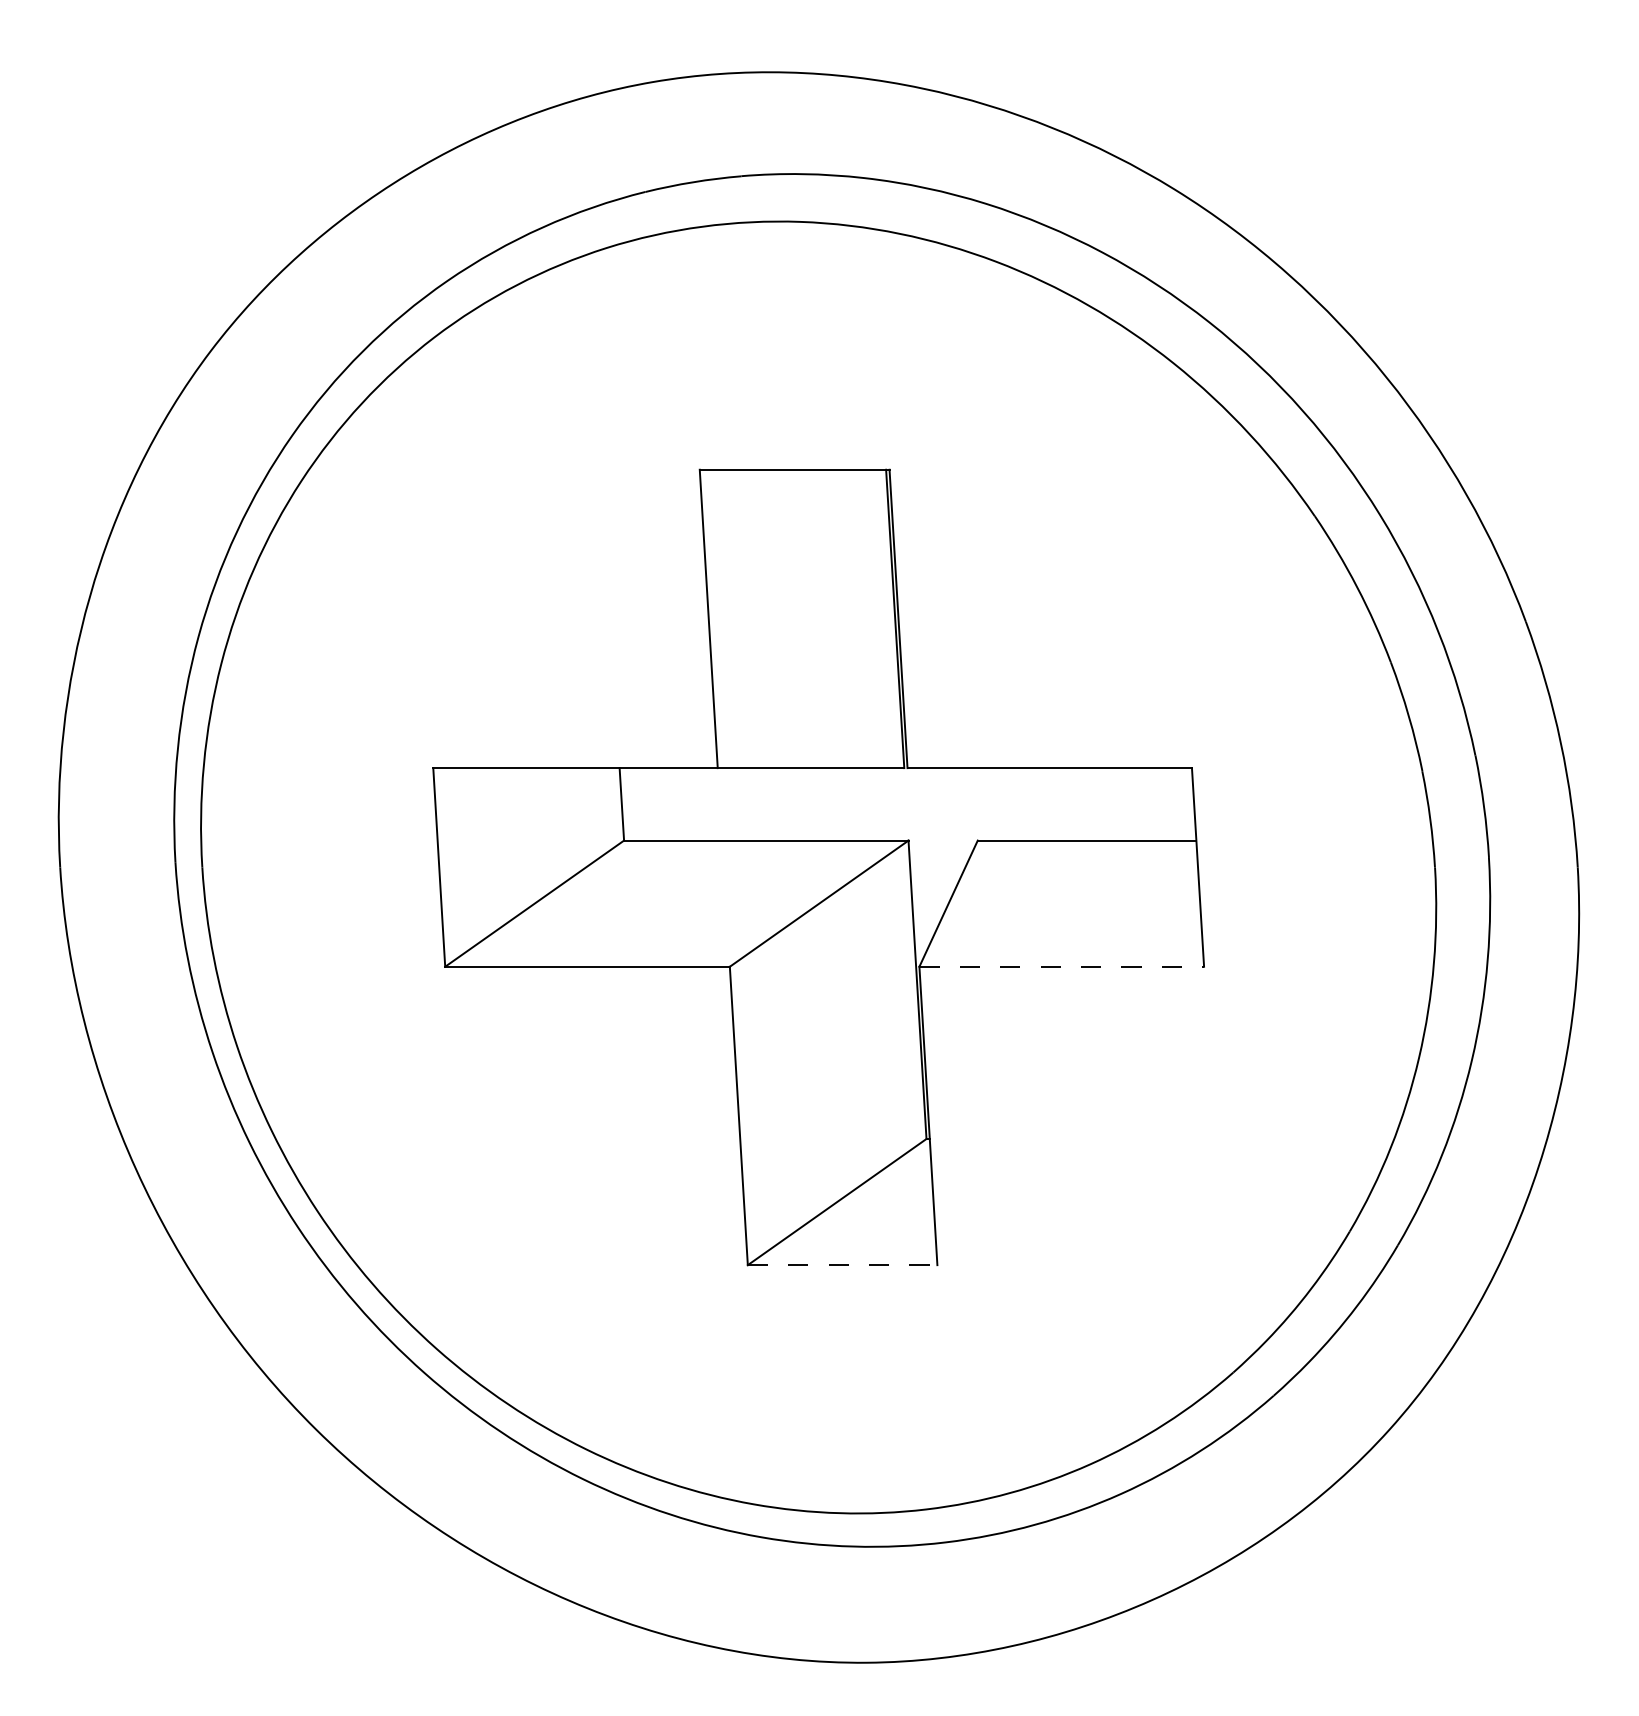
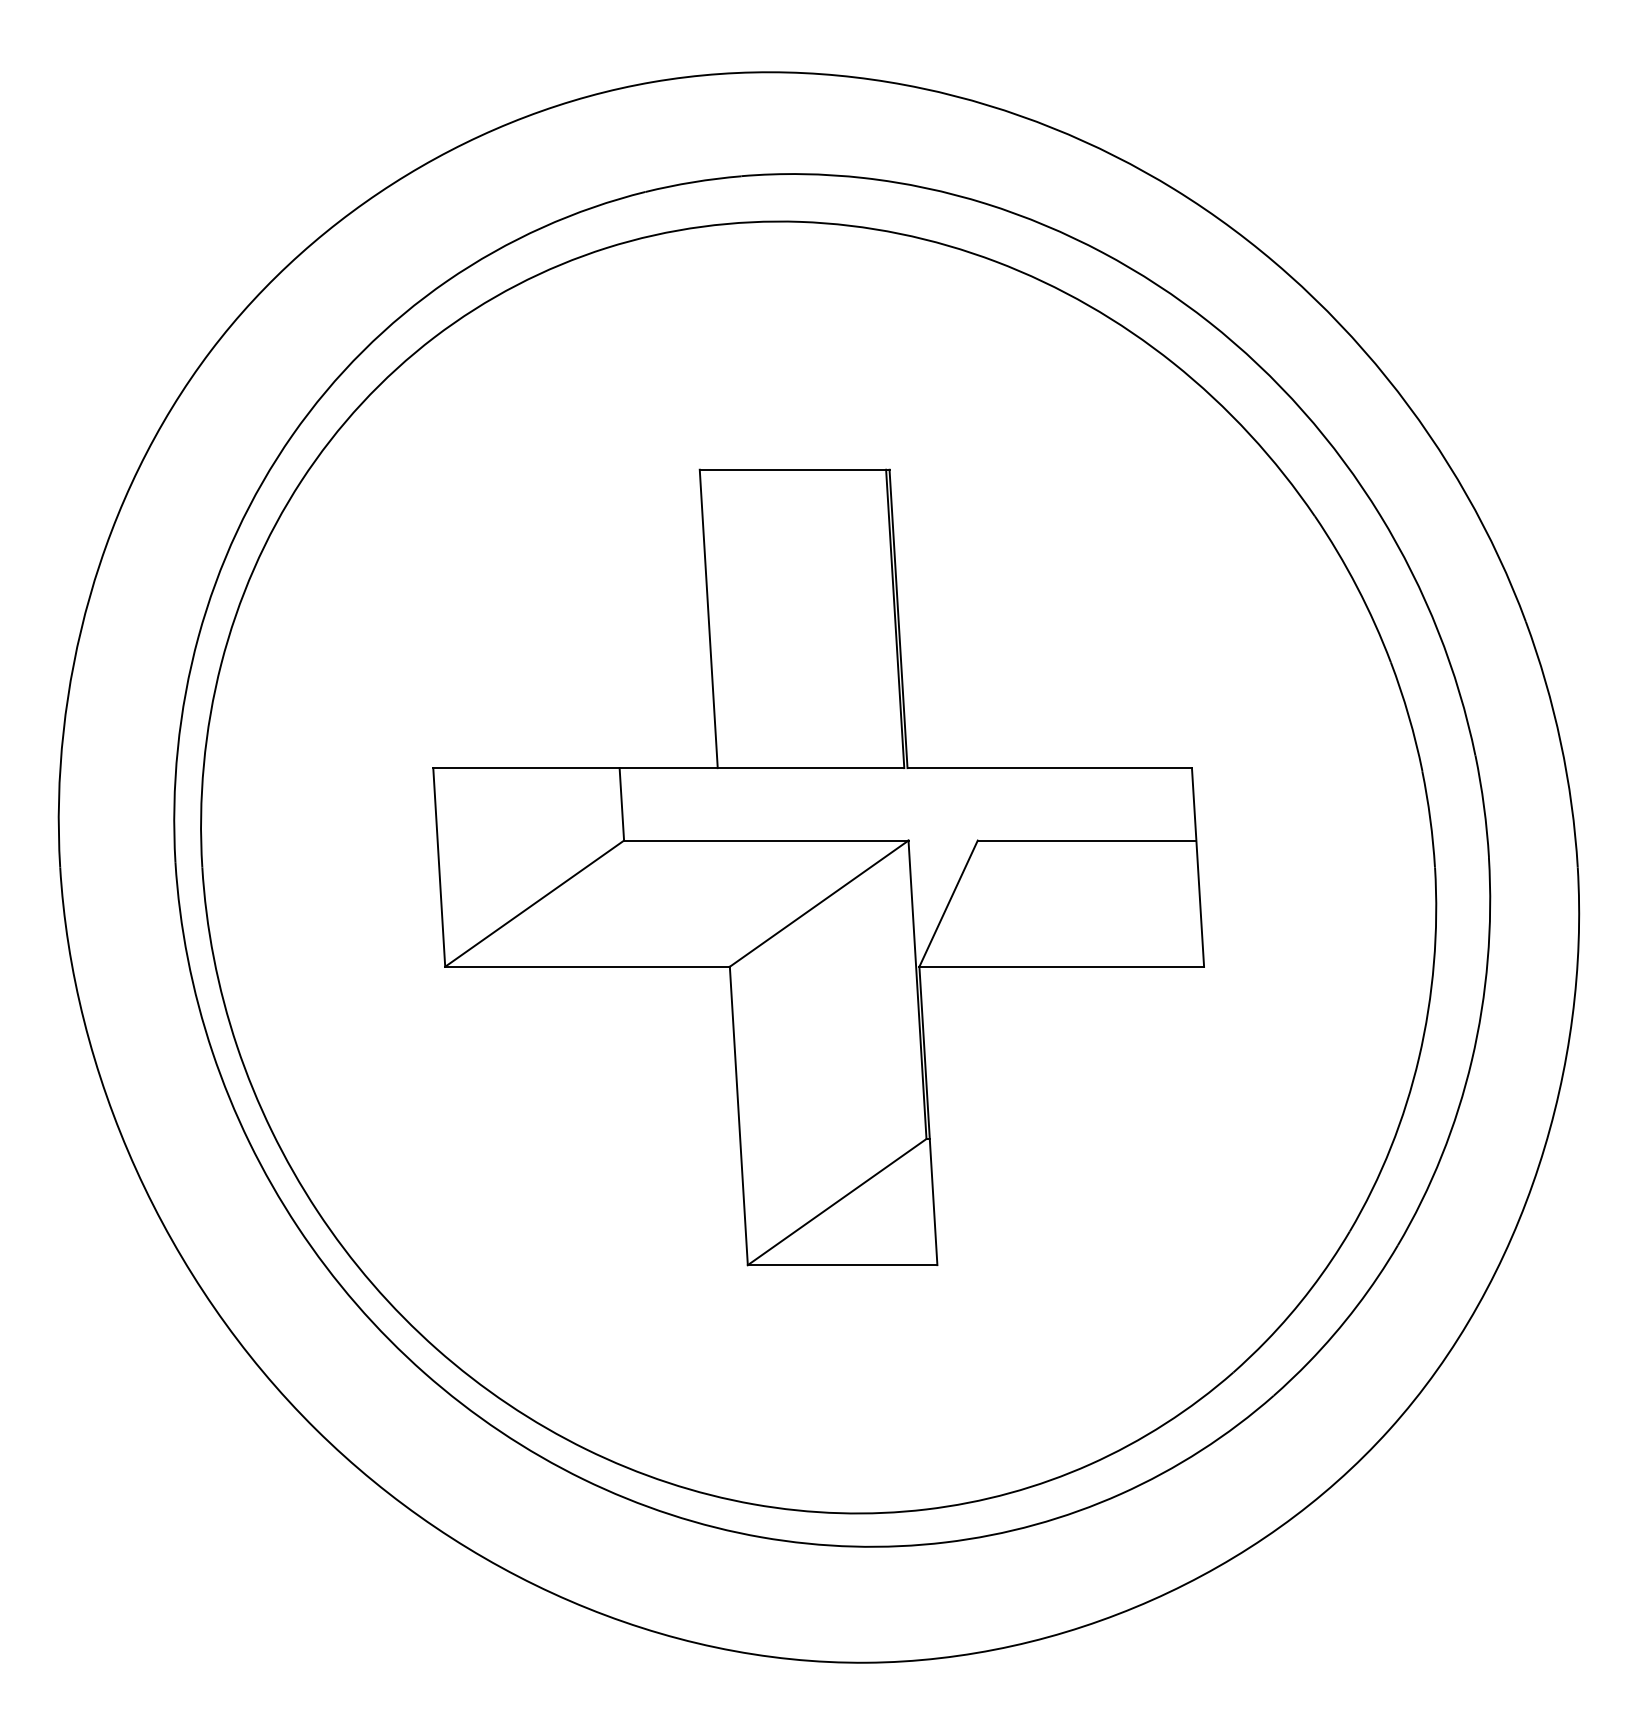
line at (1062, 966): dashed -> solid
line at (842, 1265): dashed -> solid
